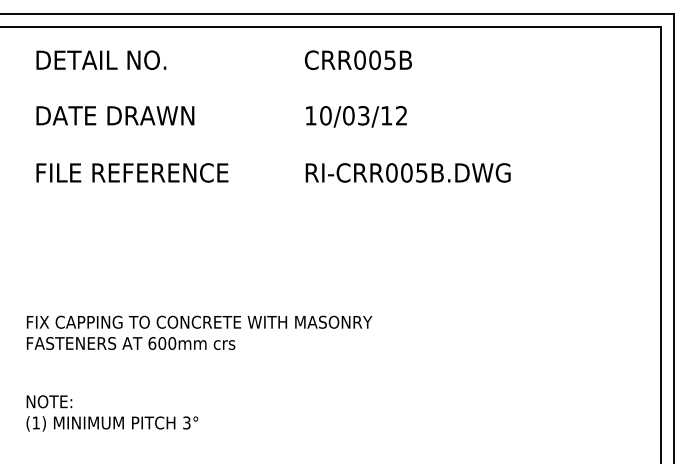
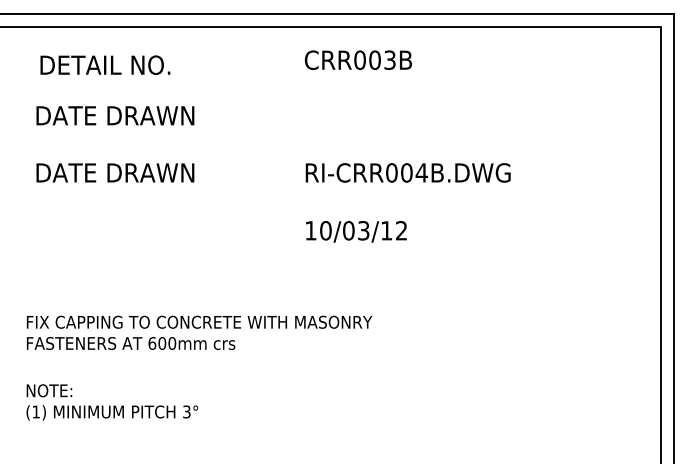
text at (101, 59) position: (101, 59) -> (105, 64)
text at (390, 59): CRR005B -> CRR003B
text at (356, 116) position: (356, 116) -> (356, 231)
text at (133, 172): FILE REFERENCE -> DATE DRAWN
text at (421, 172): RI-CRR005B.DWG -> RI-CRR004B.DWG
text at (112, 413) position: (112, 413) -> (112, 402)
